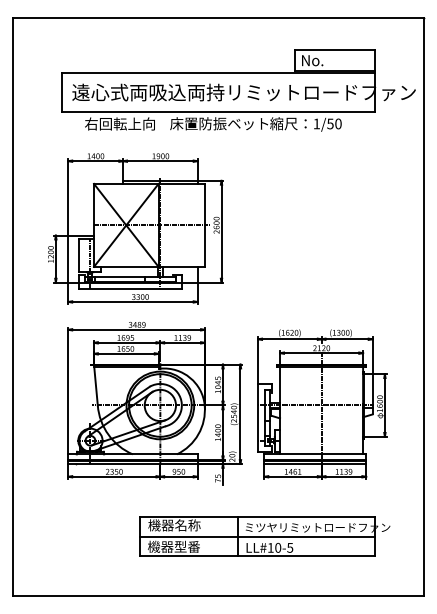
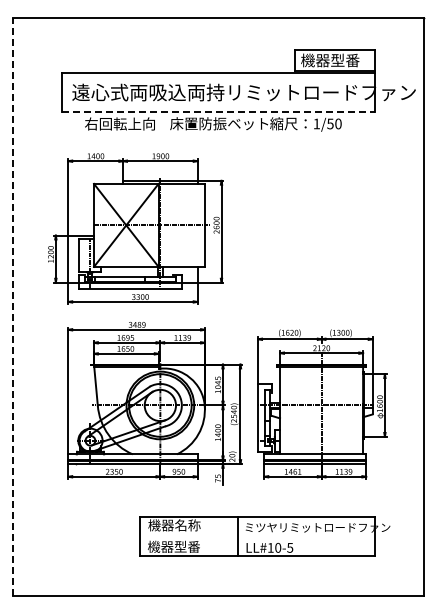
text at (330, 60): No. -> 機器型番
line at (218, 112): solid -> dashed
line at (13, 307): solid -> dashed
line at (257, 536): present -> none
